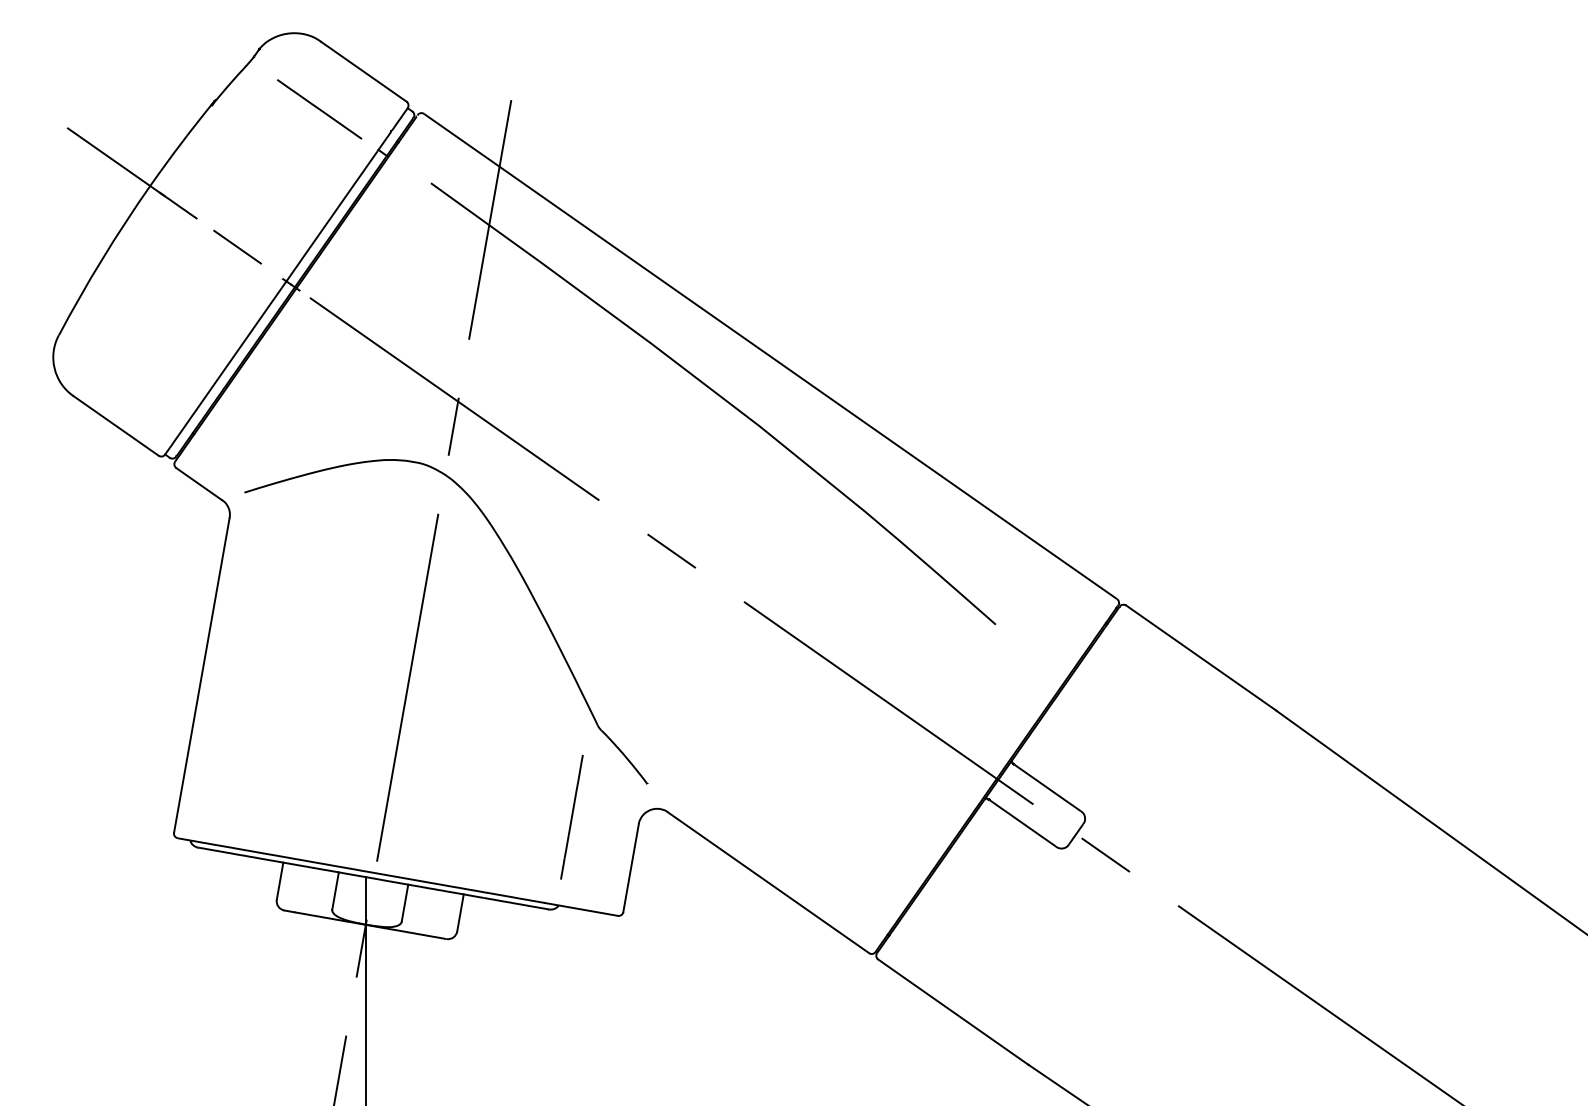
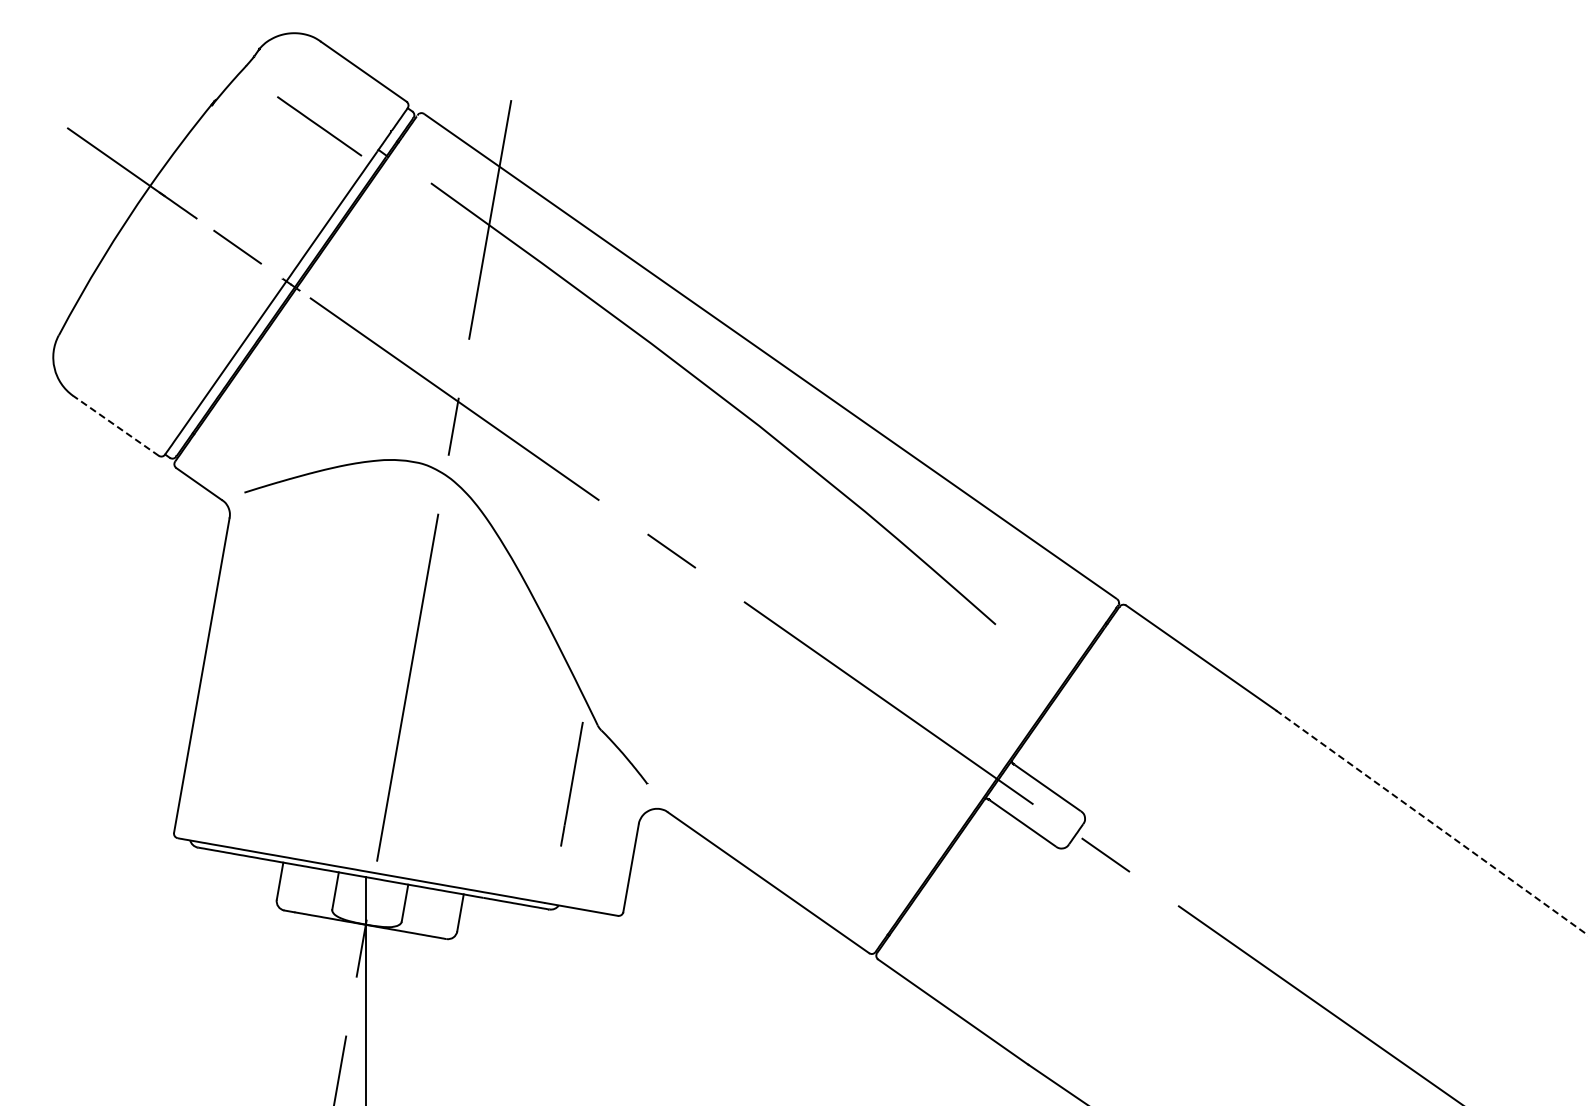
line at (319, 109) position: (319, 109) -> (319, 126)
line at (115, 425): solid -> dashed
line at (571, 816) position: (571, 816) -> (571, 783)
line at (1431, 822): solid -> dashed
